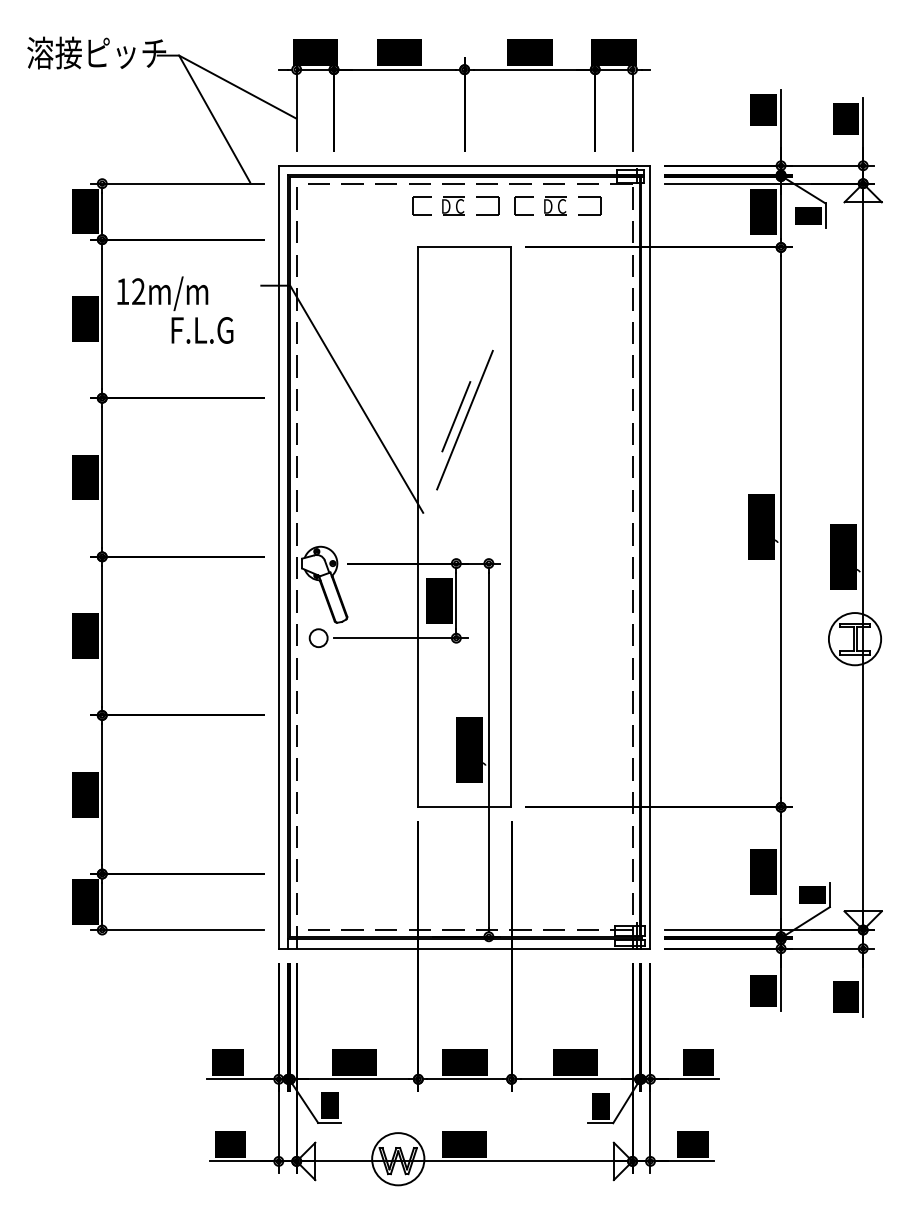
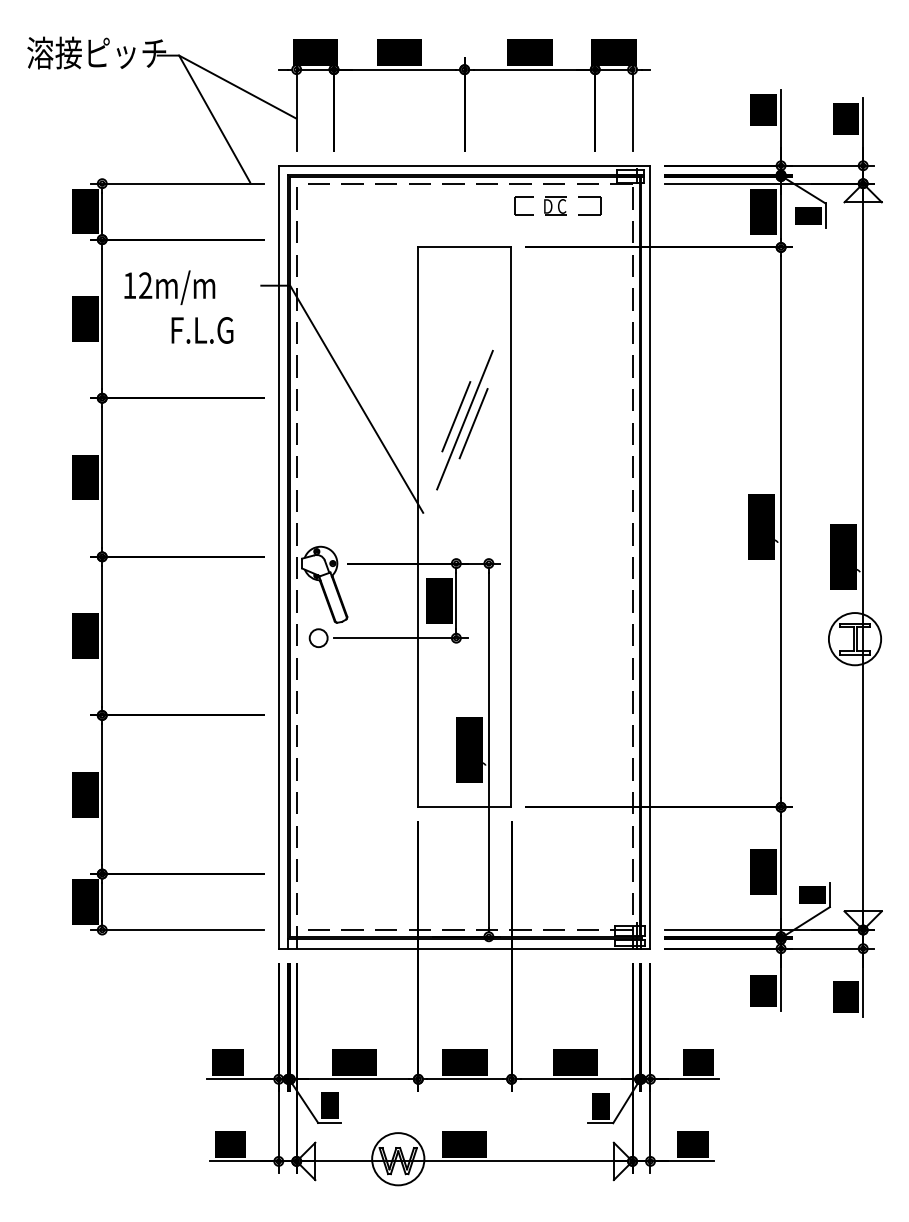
part at (455, 205): present -> none
text at (162, 293) position: (162, 293) -> (169, 287)
line at (473, 423): none -> present
